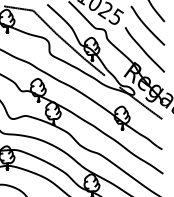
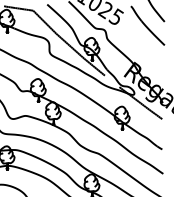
curve at (144, 49): present -> none
